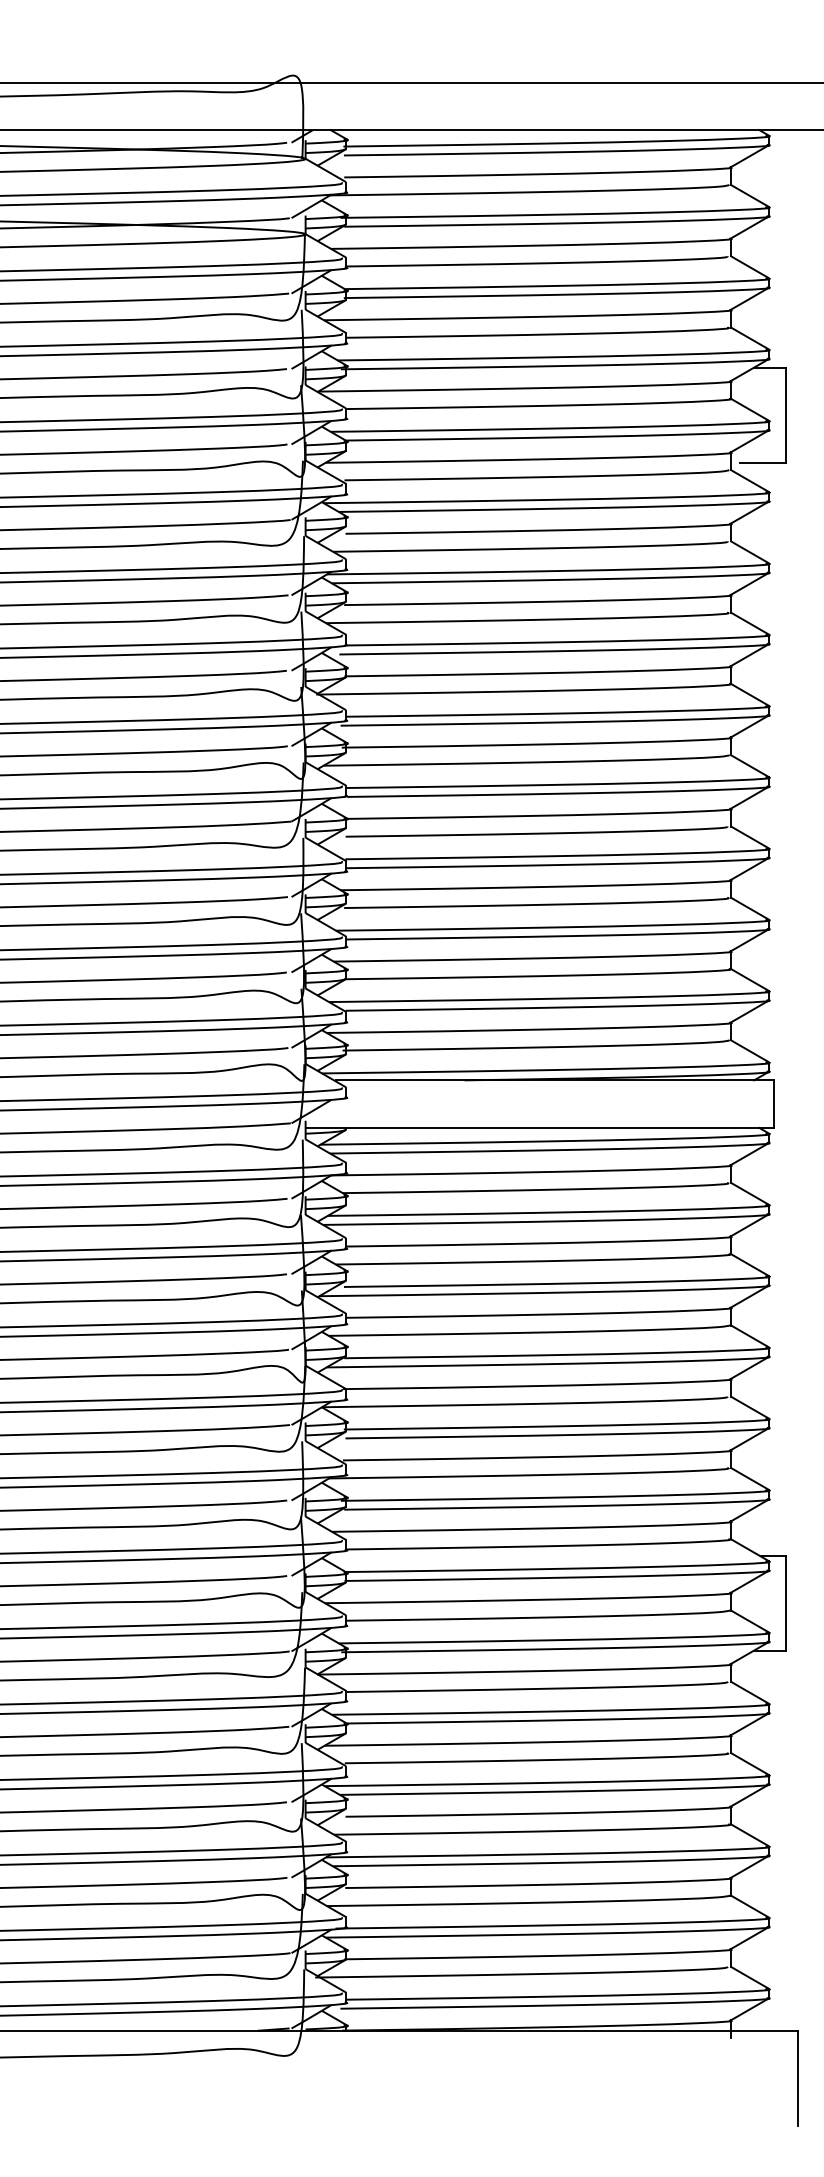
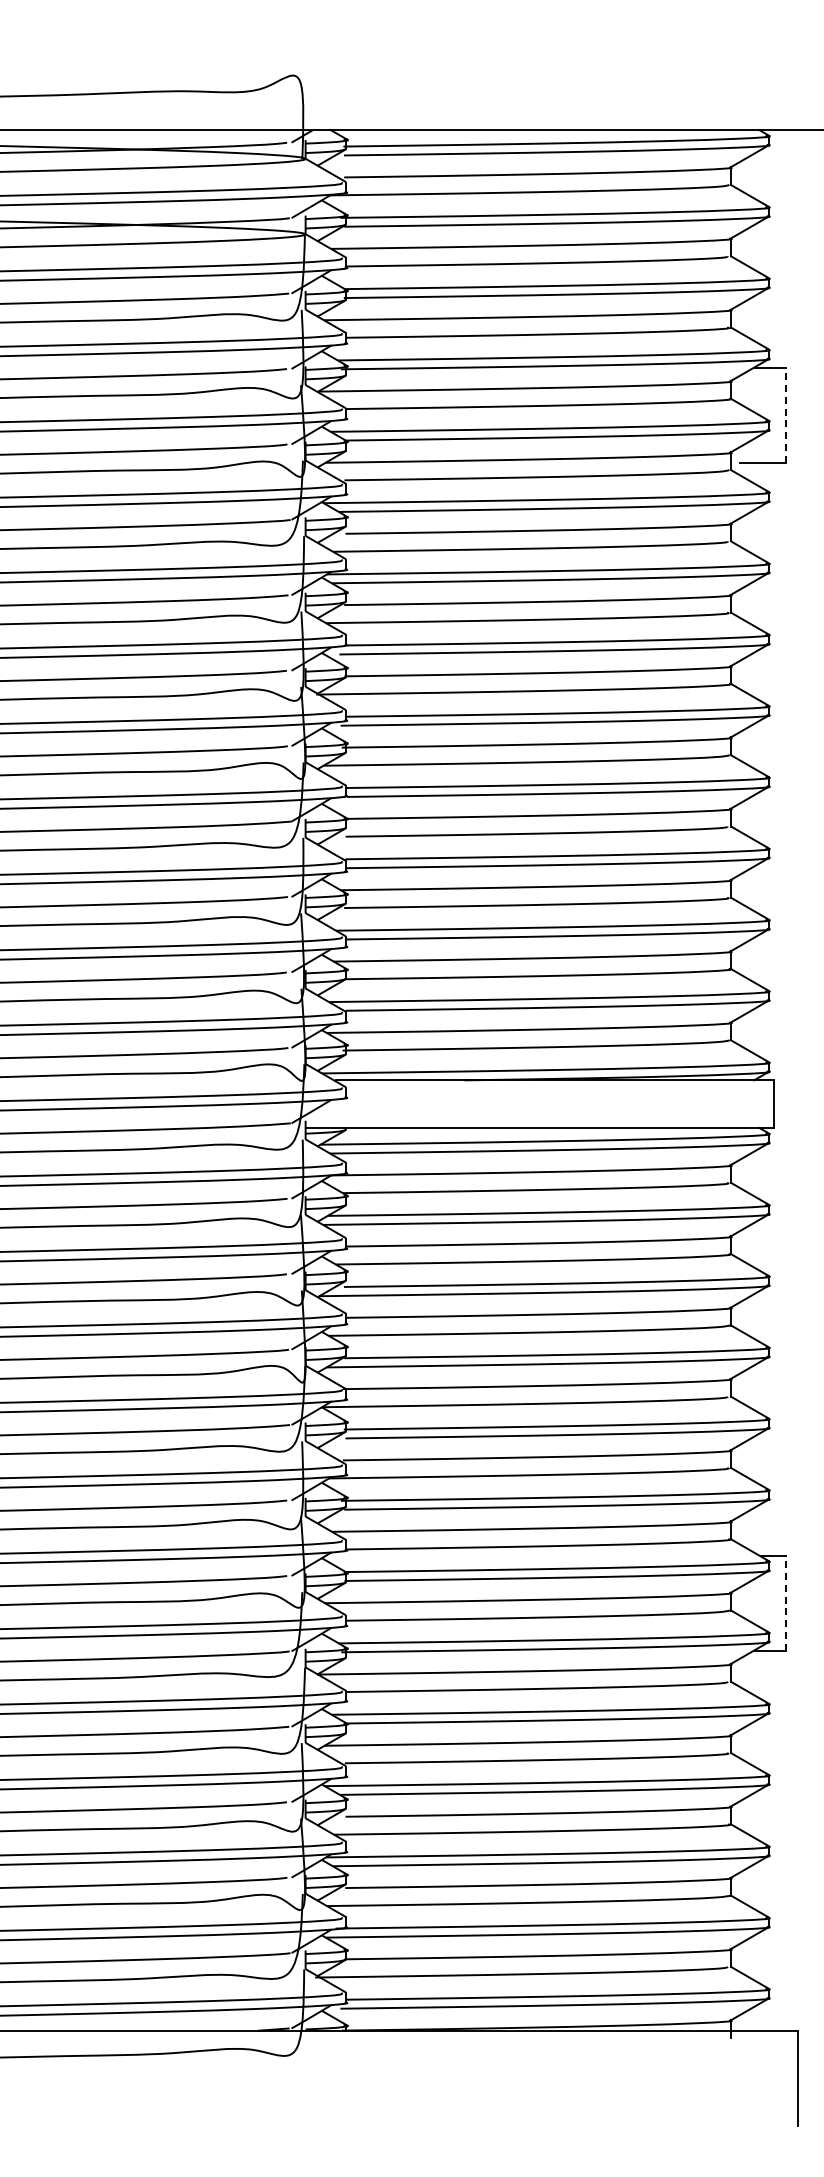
line at (411, 82): present -> none
line at (785, 415): solid -> dashed
line at (785, 1603): solid -> dashed
